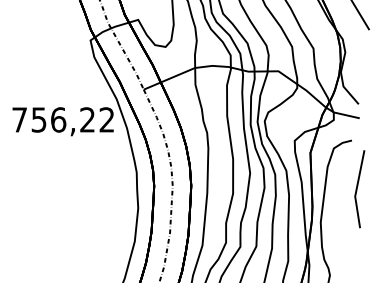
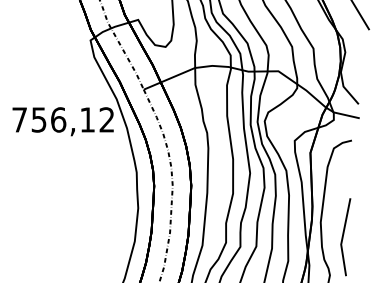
text at (87, 119): 756,22 -> 756,12
line at (357, 189) position: (357, 189) -> (343, 237)
